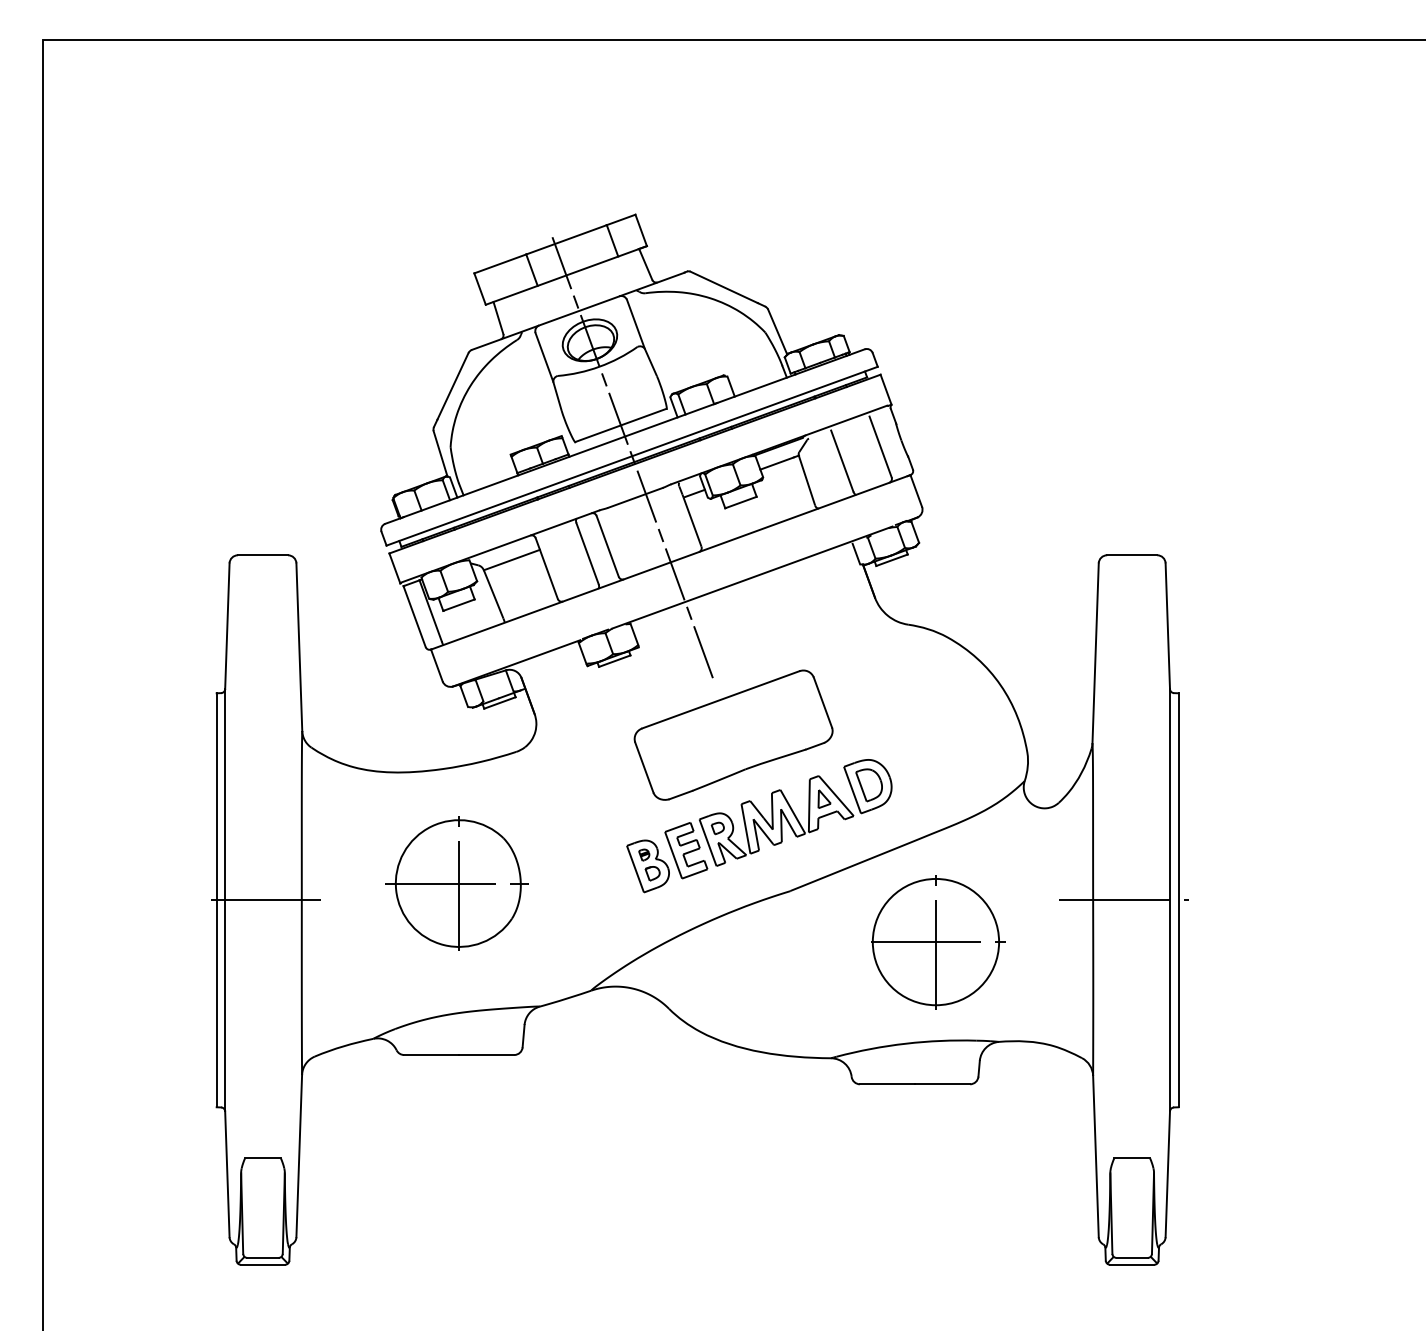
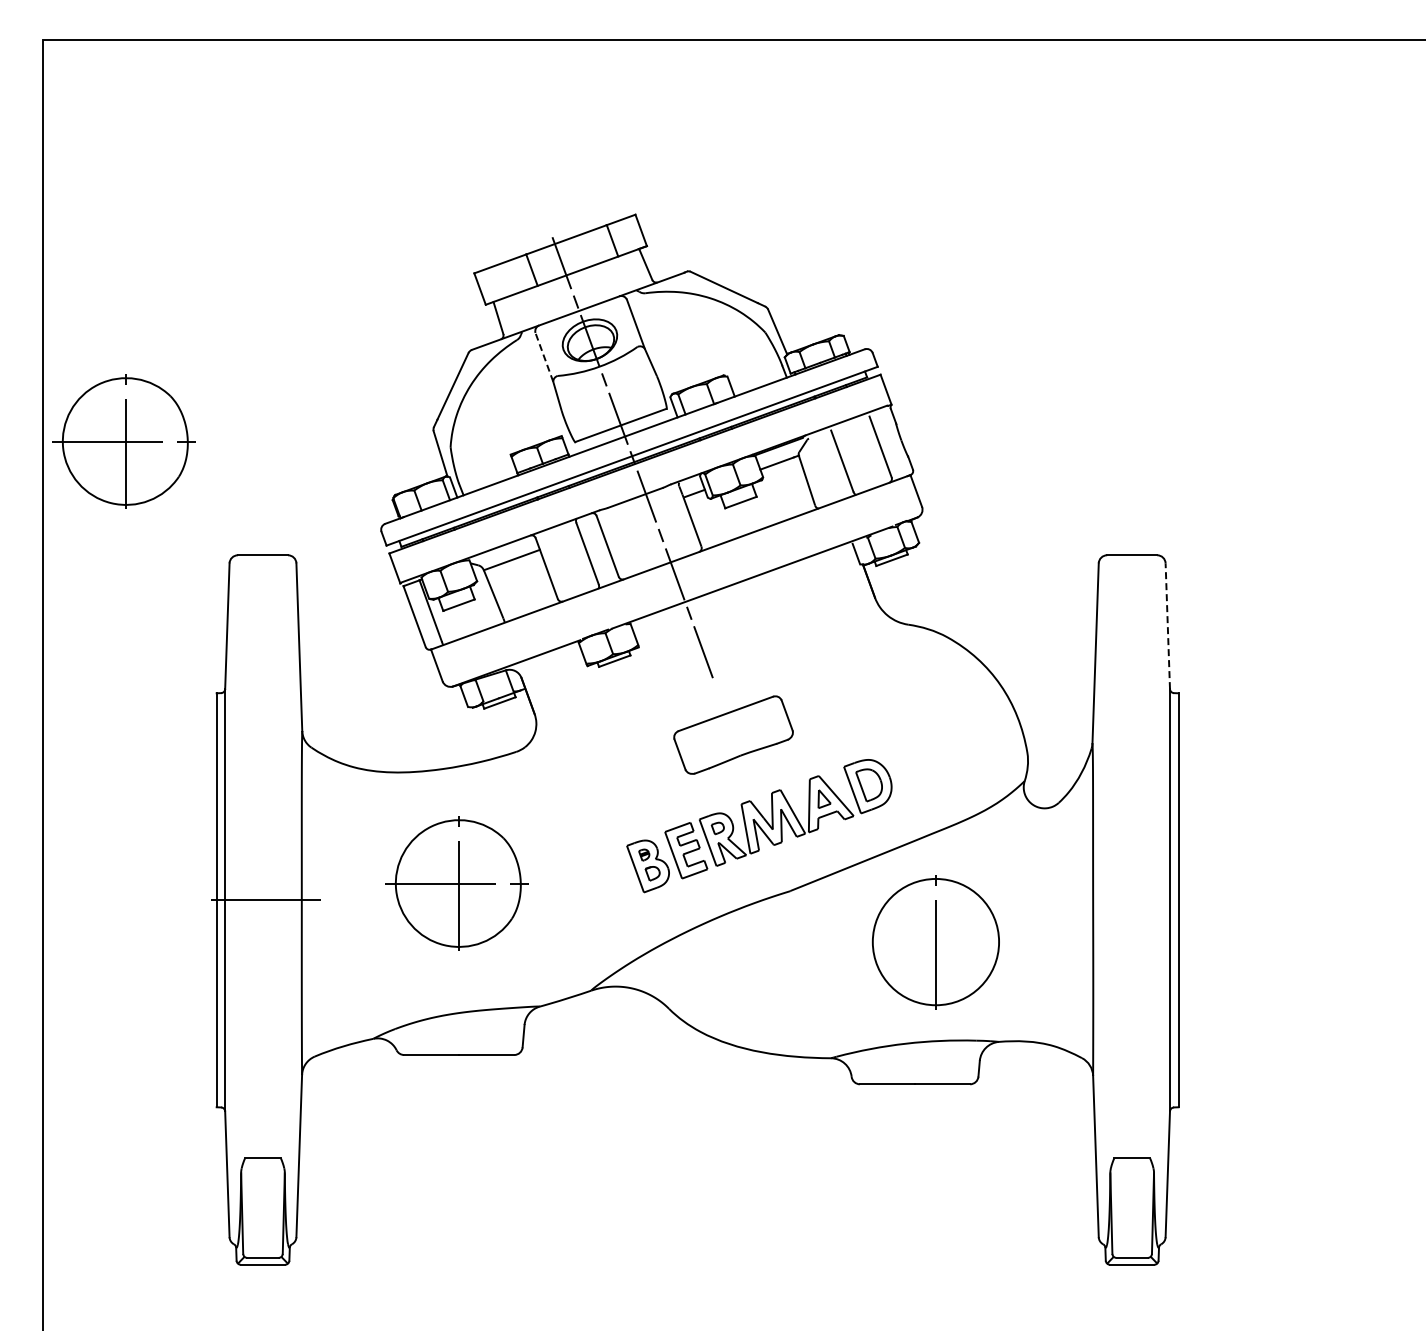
line at (544, 356): solid -> dashed
part at (123, 441): none -> present
line at (1167, 626): solid -> dashed
part at (733, 734) size: 201x132 px -> 121x80 px
line at (1123, 900): present -> none
line at (937, 942): present -> none
